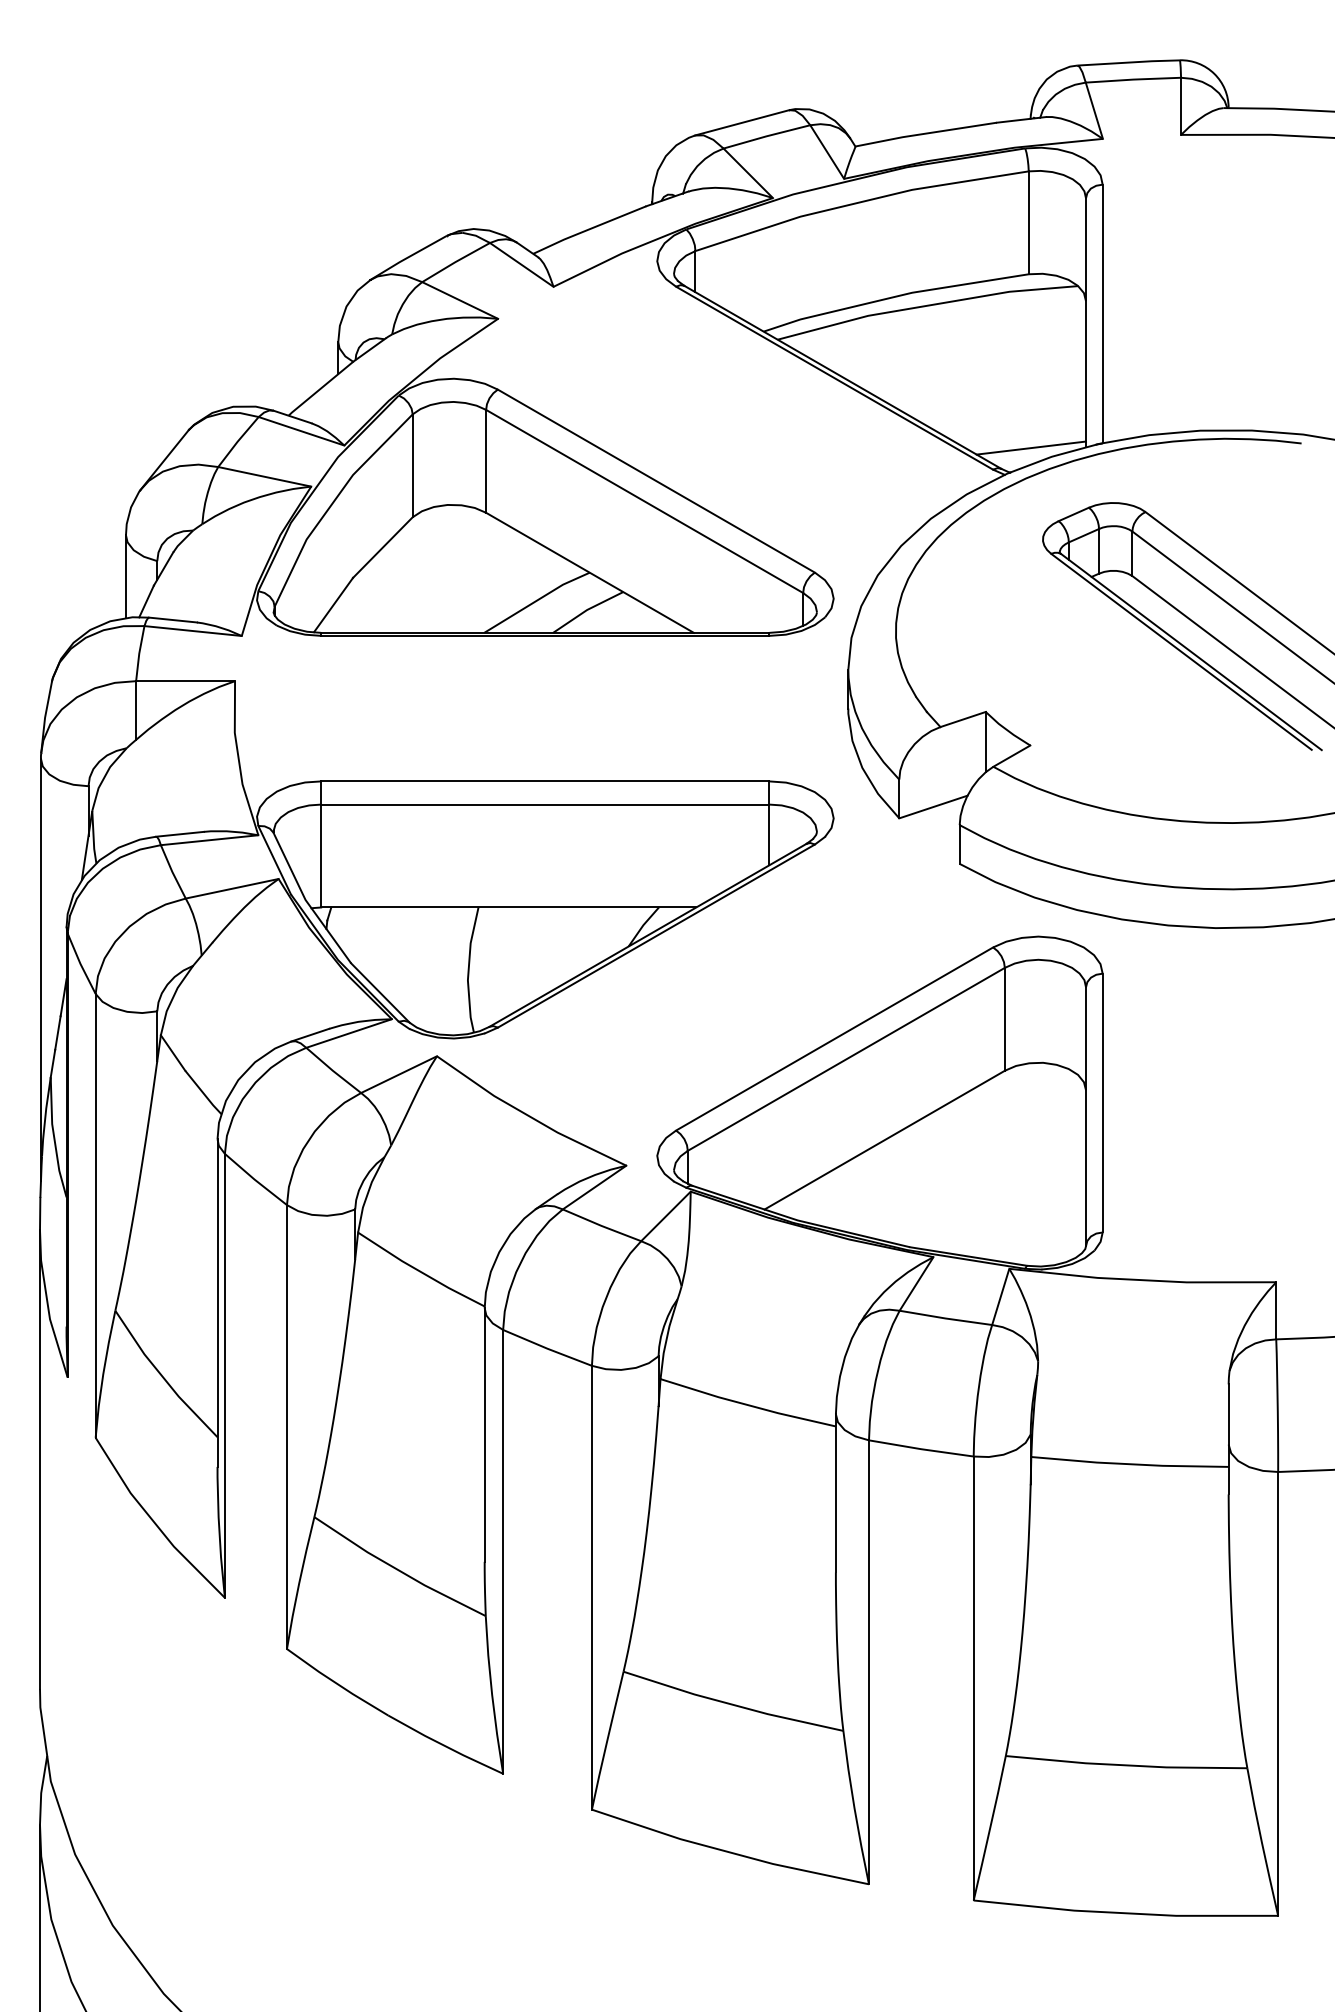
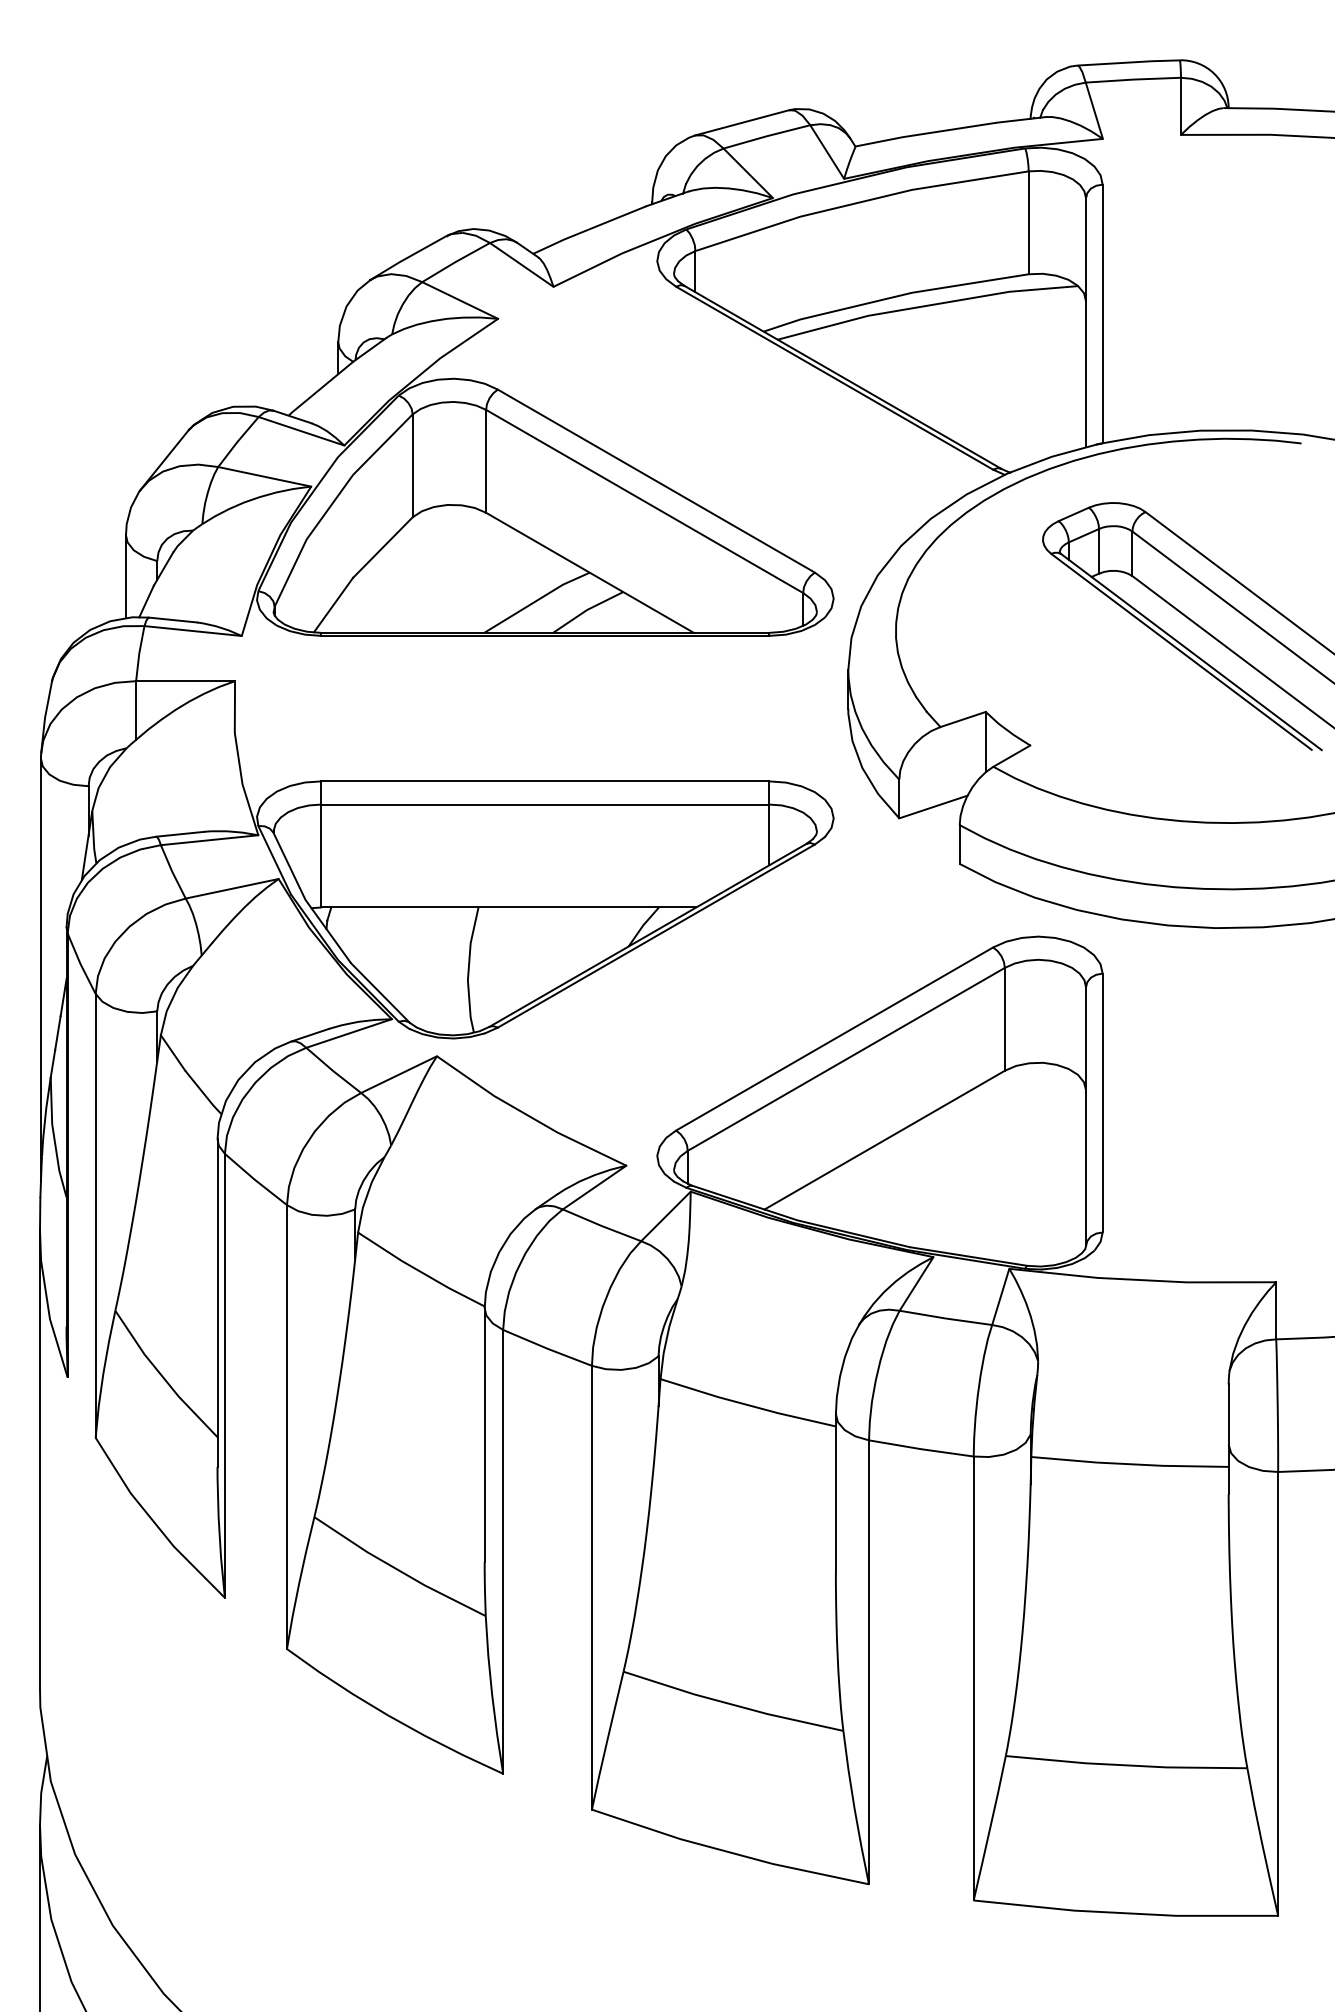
line at (1031, 447): present -> none
